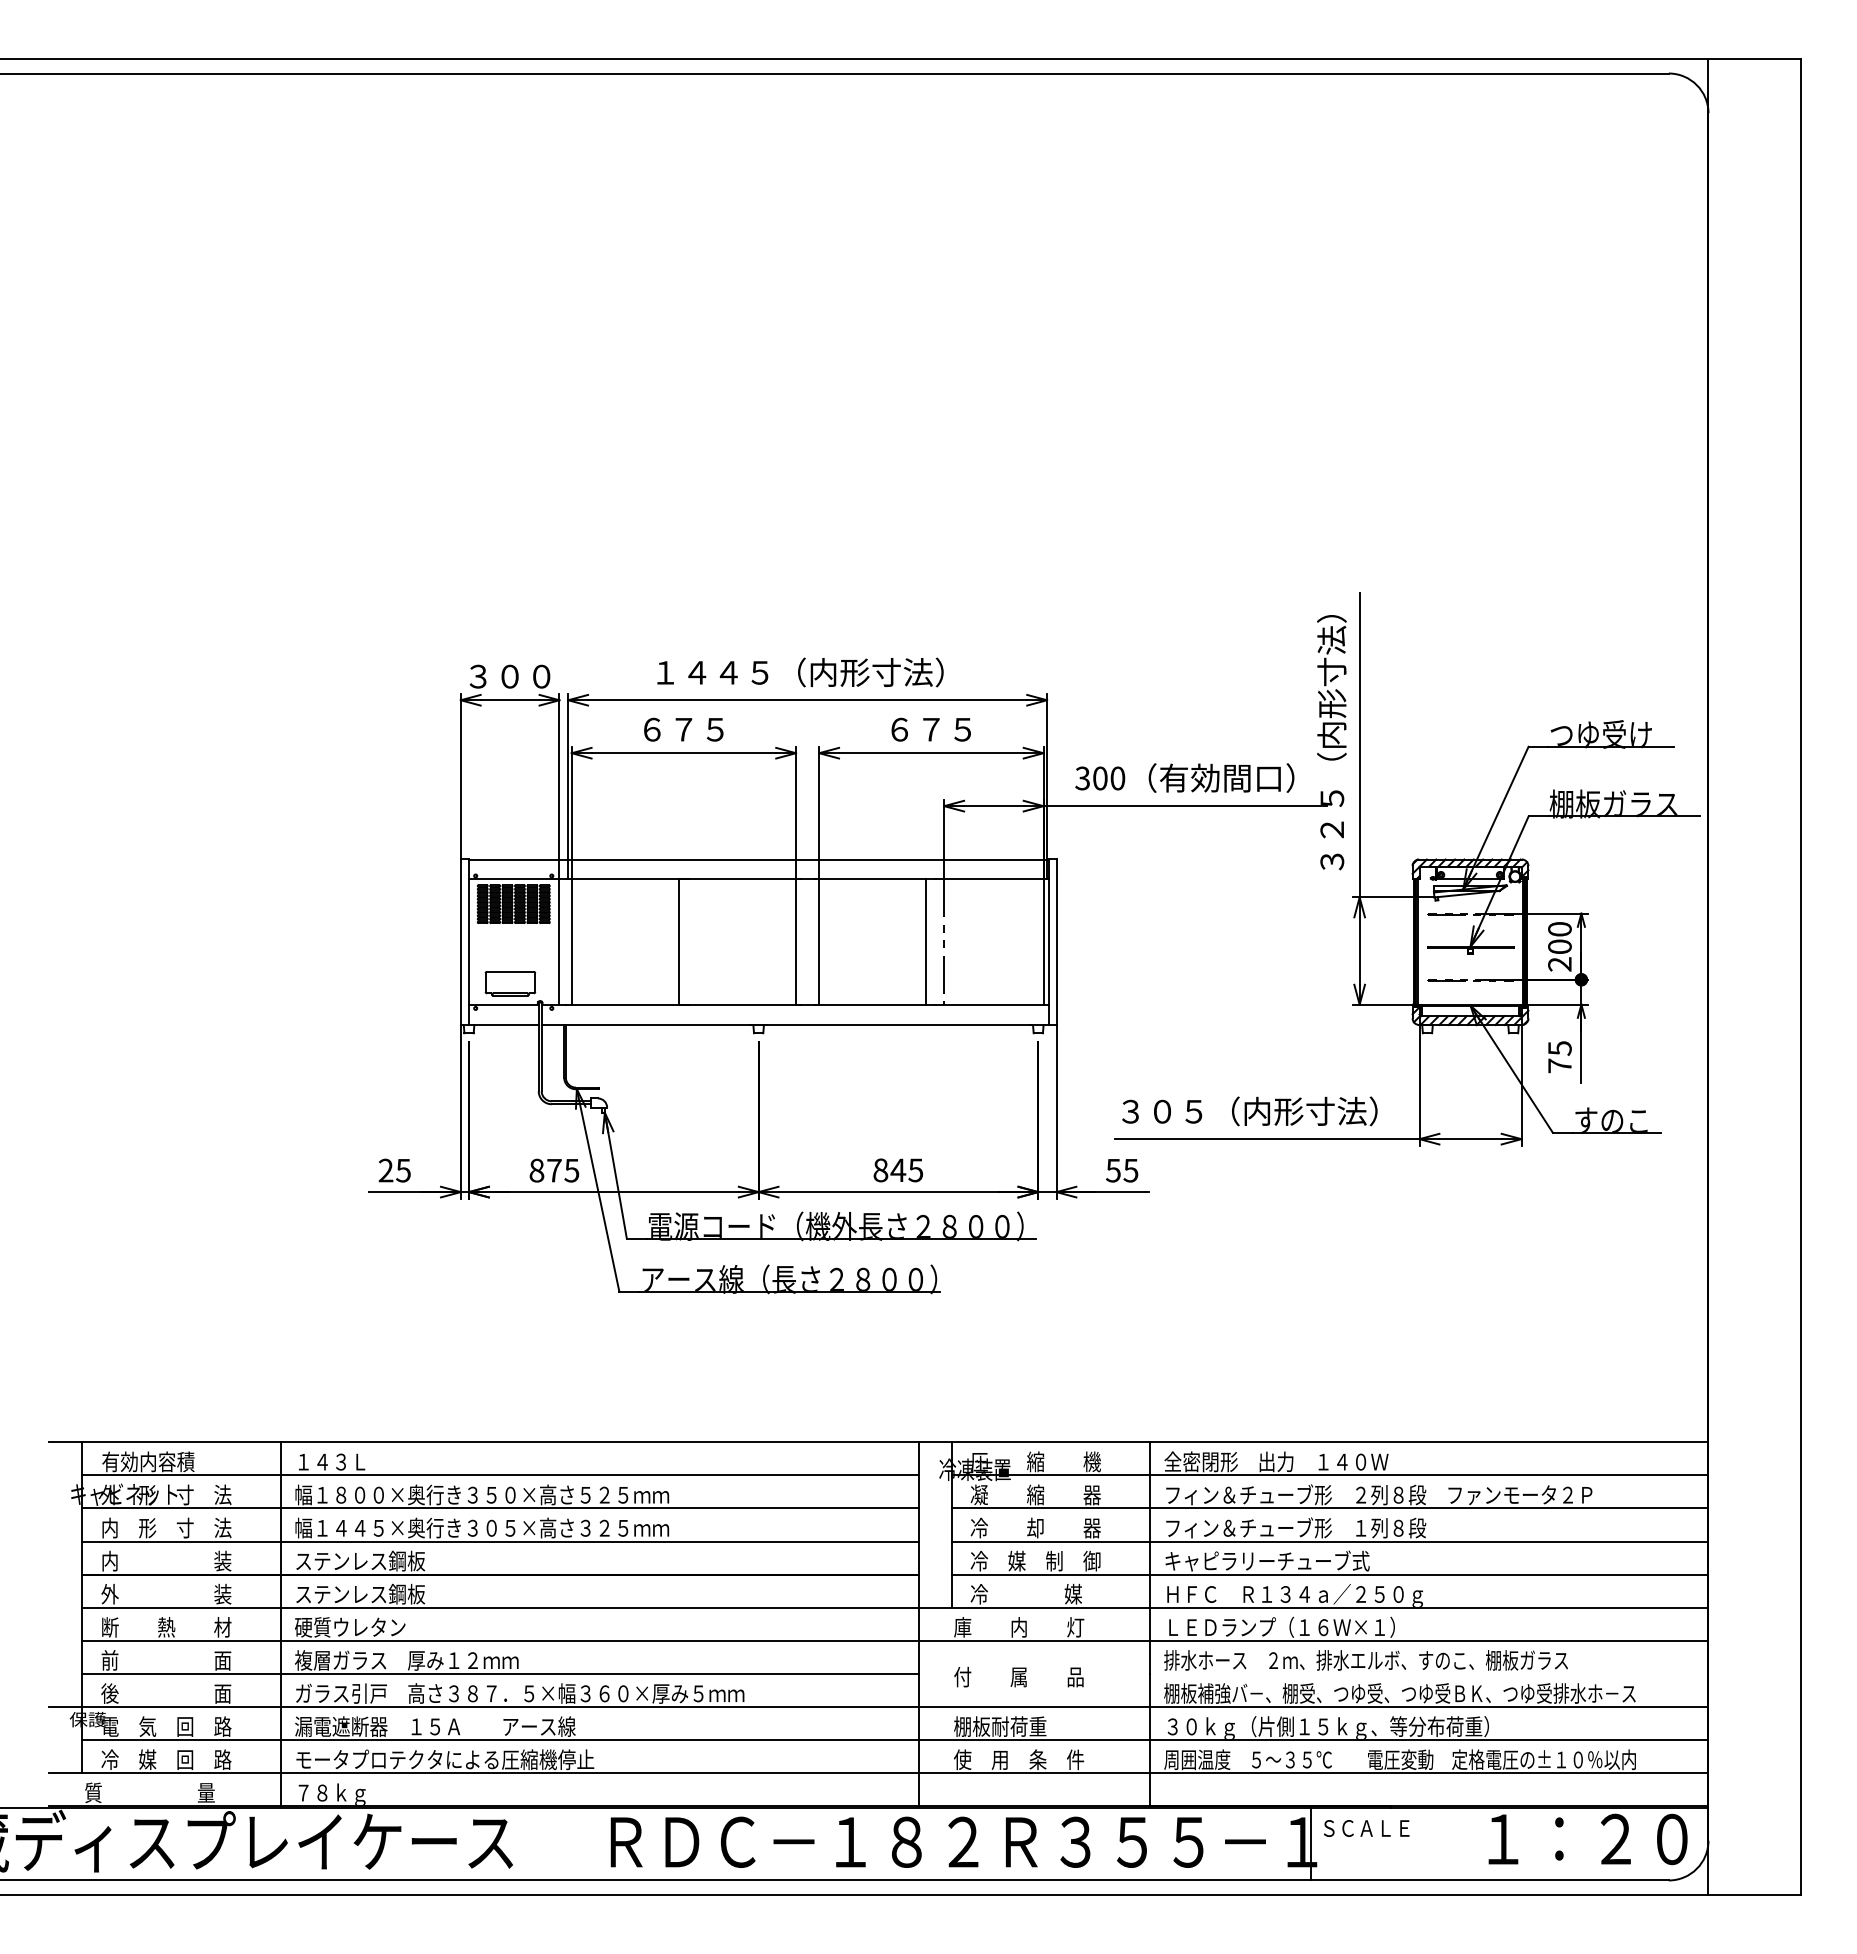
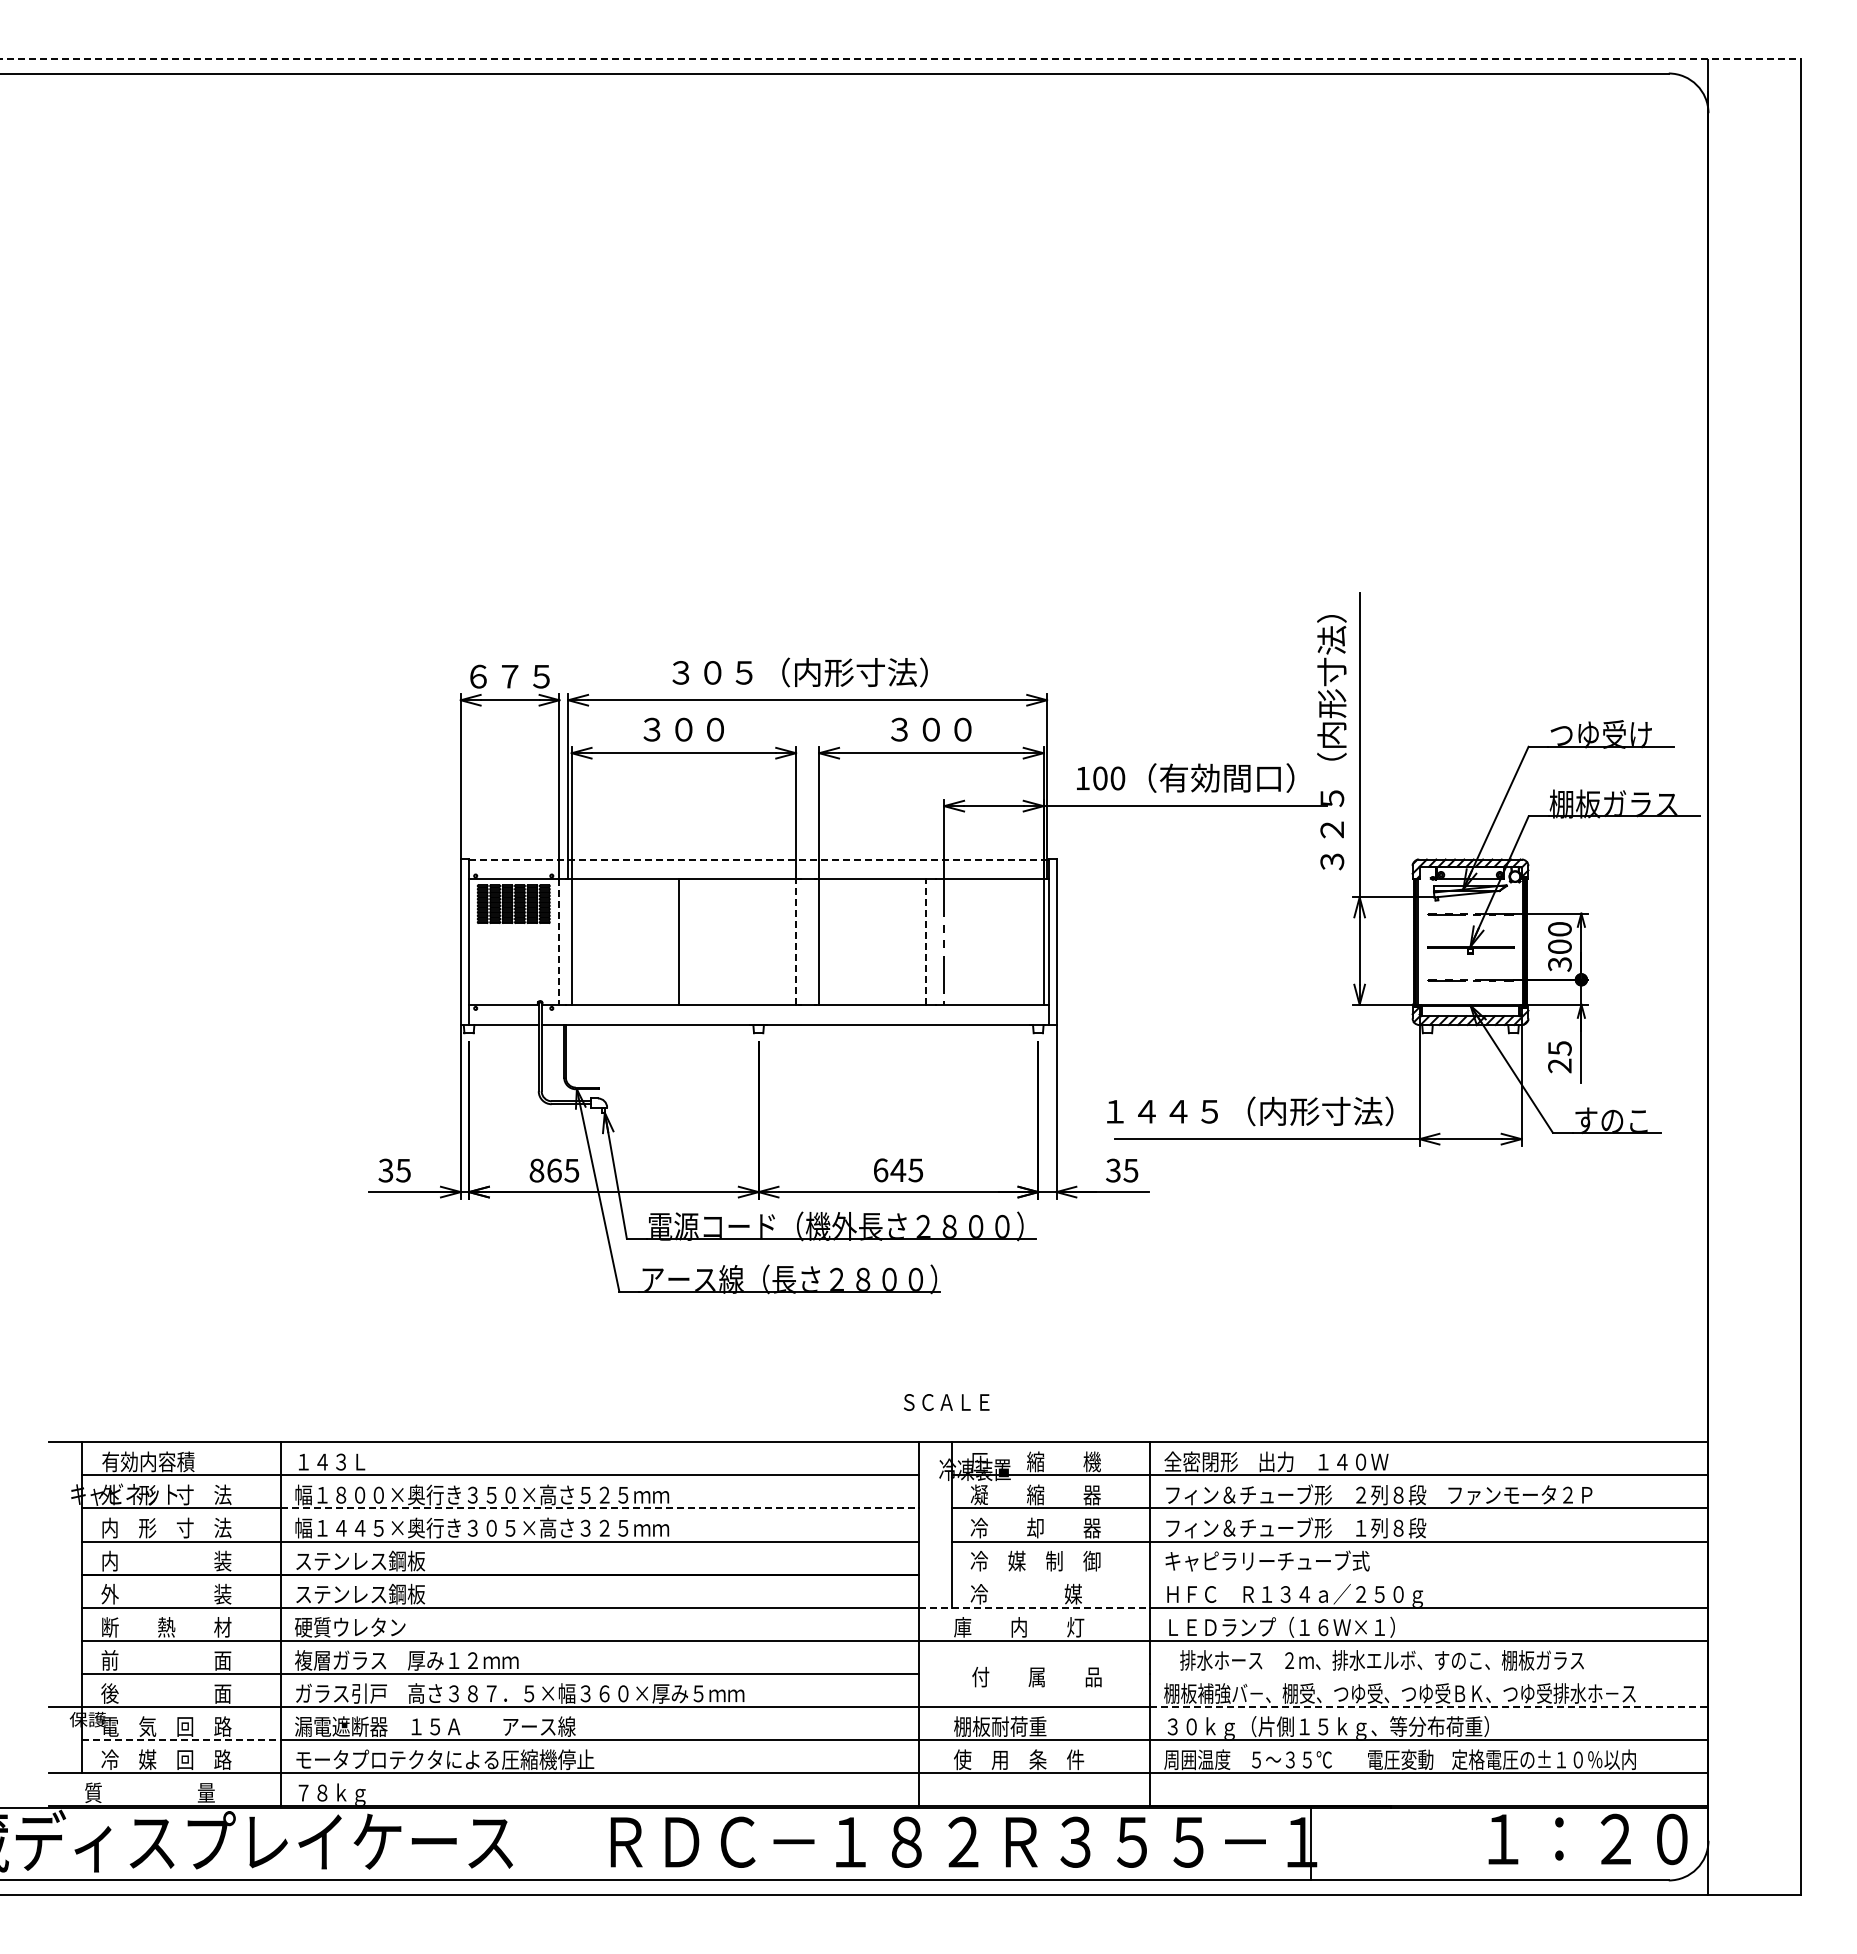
line at (901, 58): solid -> dashed
text at (800, 672): １４４５（内形寸法） -> ３０５（内形寸法）
text at (509, 676): ３００ -> ６７５
text at (683, 729): ６７５ -> ３００
text at (931, 729): ６７５ -> ３００
text at (1082, 778): 300 -> 100
line at (758, 859): solid -> dashed
line at (559, 942): solid -> dashed
line at (796, 942): solid -> dashed
line at (926, 942): solid -> dashed
text at (1559, 964): 200 -> 300
part at (510, 983): present -> none
text at (1559, 1065): 75 -> 25
text at (1250, 1111): ３０５（内形寸法） -> １４４５（内形寸法）
text at (385, 1170): 25 -> 35
text at (554, 1170): 875 -> 865
text at (880, 1170): 845 -> 645
text at (1113, 1170): 55 -> 35
line at (599, 1508): solid -> dashed
line at (1329, 1574): present -> none
line at (1034, 1607): solid -> dashed
text at (1365, 1660) position: (1365, 1660) -> (1381, 1660)
text at (1018, 1676) position: (1018, 1676) -> (1036, 1676)
line at (1429, 1707): solid -> dashed
line at (182, 1740): solid -> dashed
text at (1366, 1828) position: (1366, 1828) -> (946, 1402)
